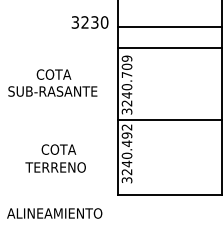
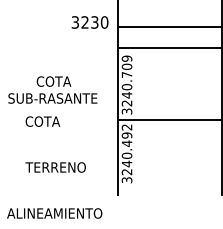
text at (52, 82) position: (52, 82) -> (52, 89)
text at (58, 149) position: (58, 149) -> (42, 121)
line at (168, 194): present -> none
